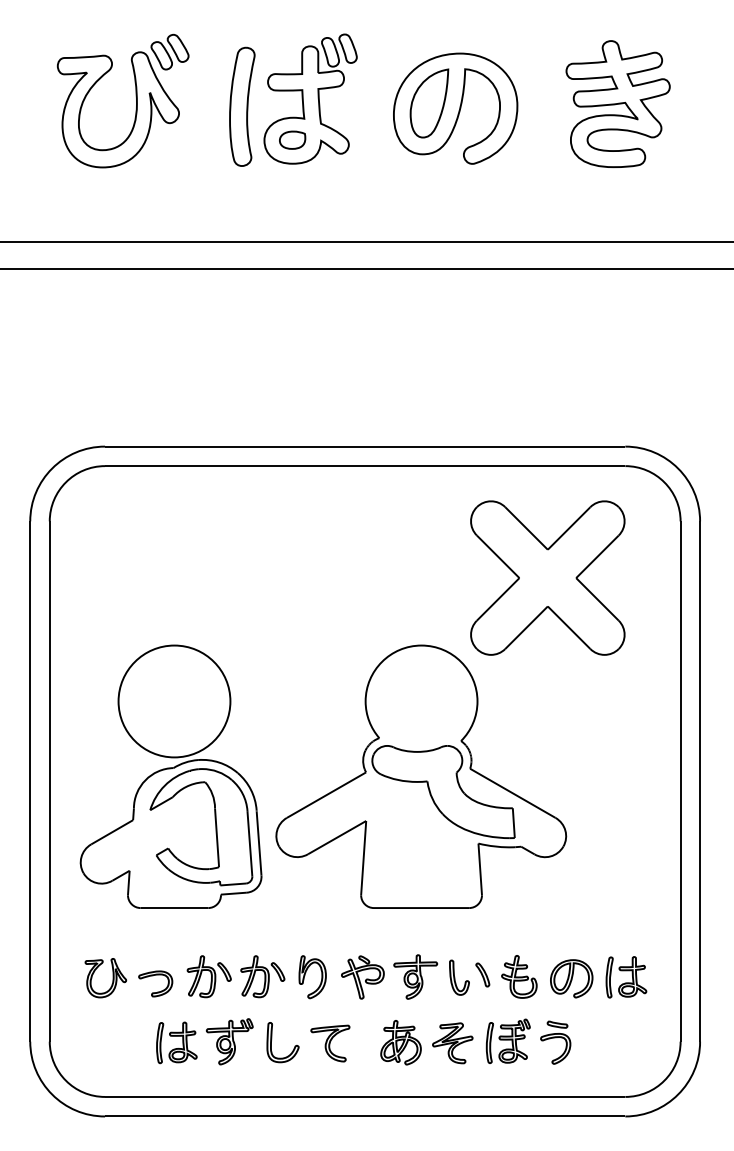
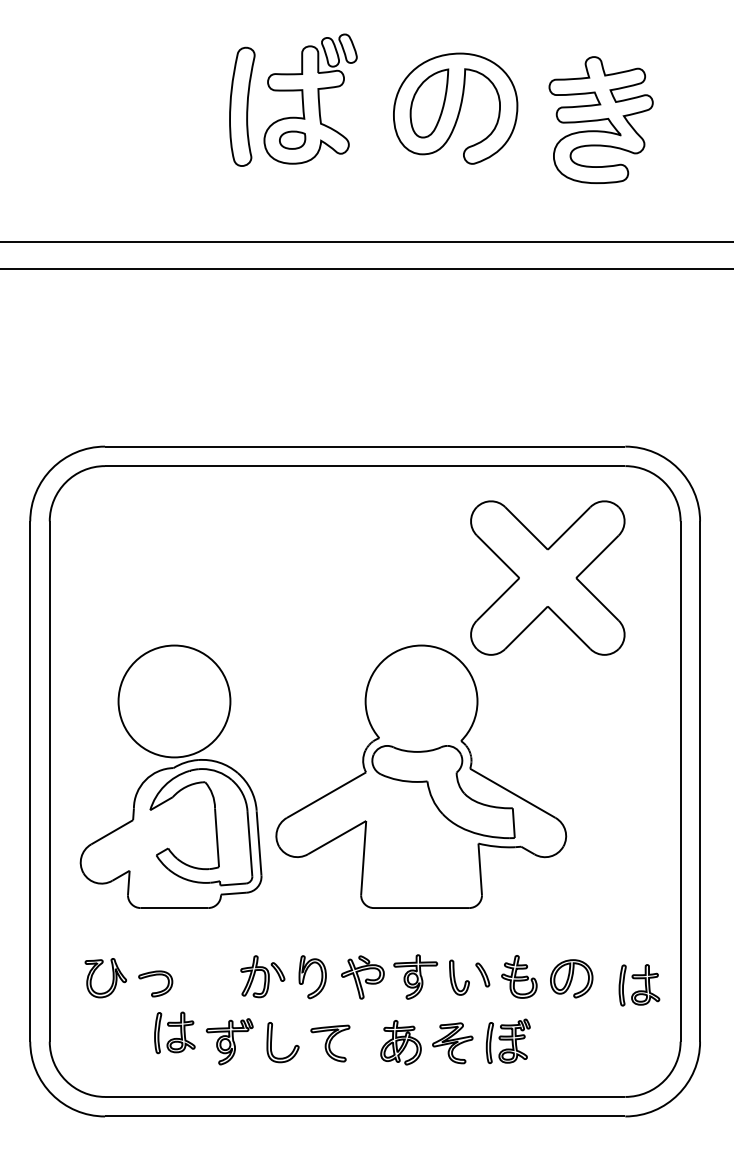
part at (135, 96): present -> none
part at (617, 104) position: (617, 104) -> (600, 120)
part at (208, 976): present -> none
part at (626, 977) position: (626, 977) -> (639, 985)
part at (176, 1042) position: (176, 1042) -> (174, 1032)
part at (555, 1042): present -> none
